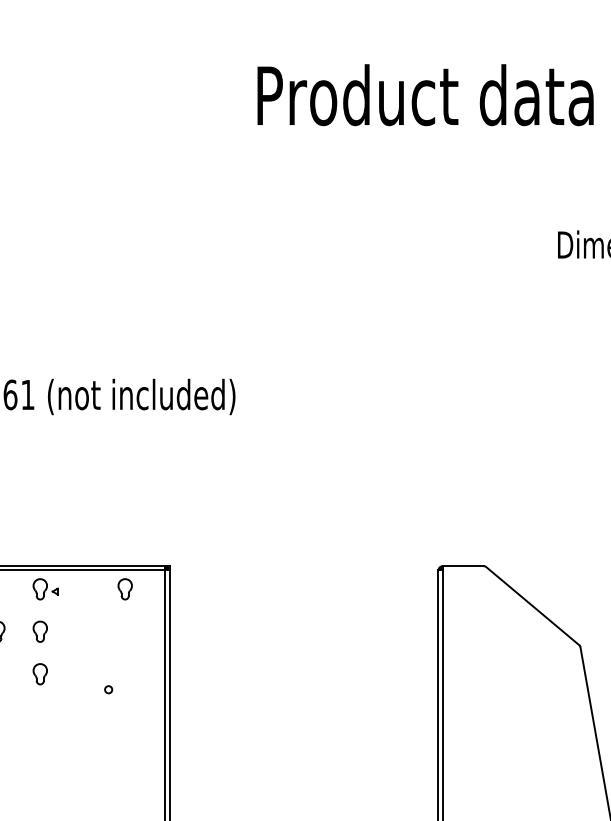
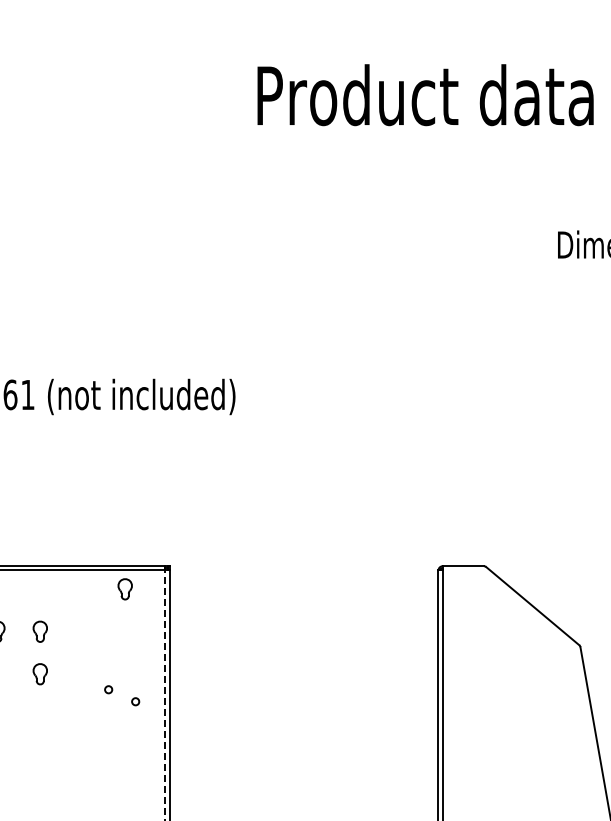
part at (45, 589): present -> none
line at (165, 695): solid -> dashed
circle at (135, 701): none -> present
